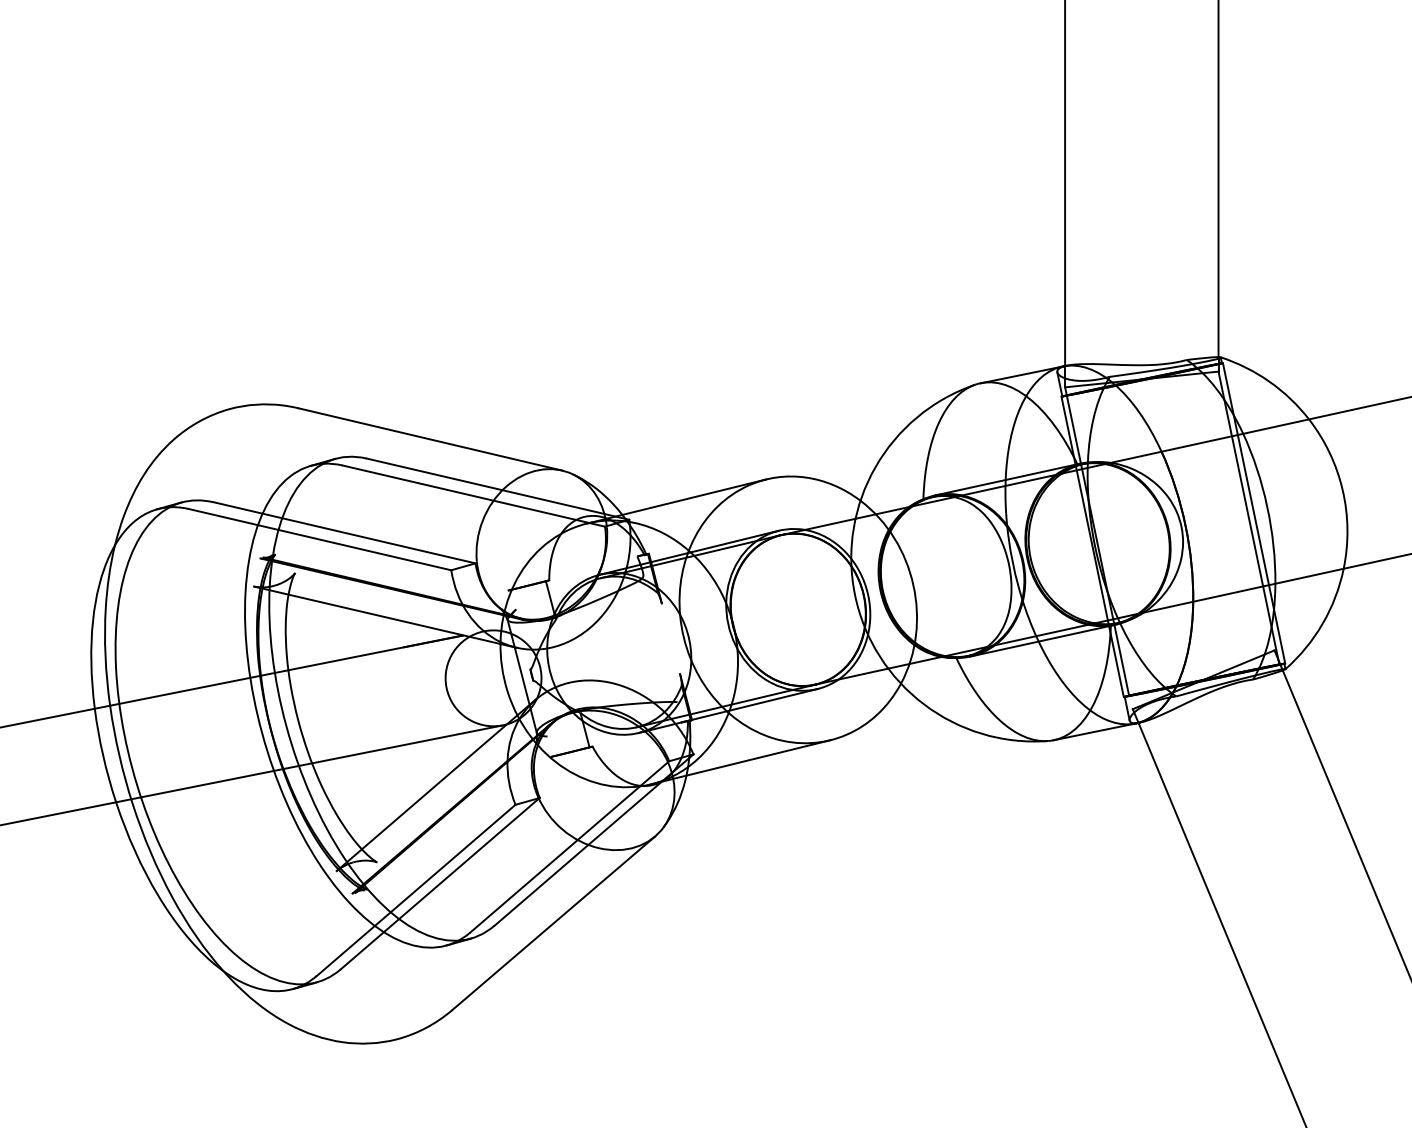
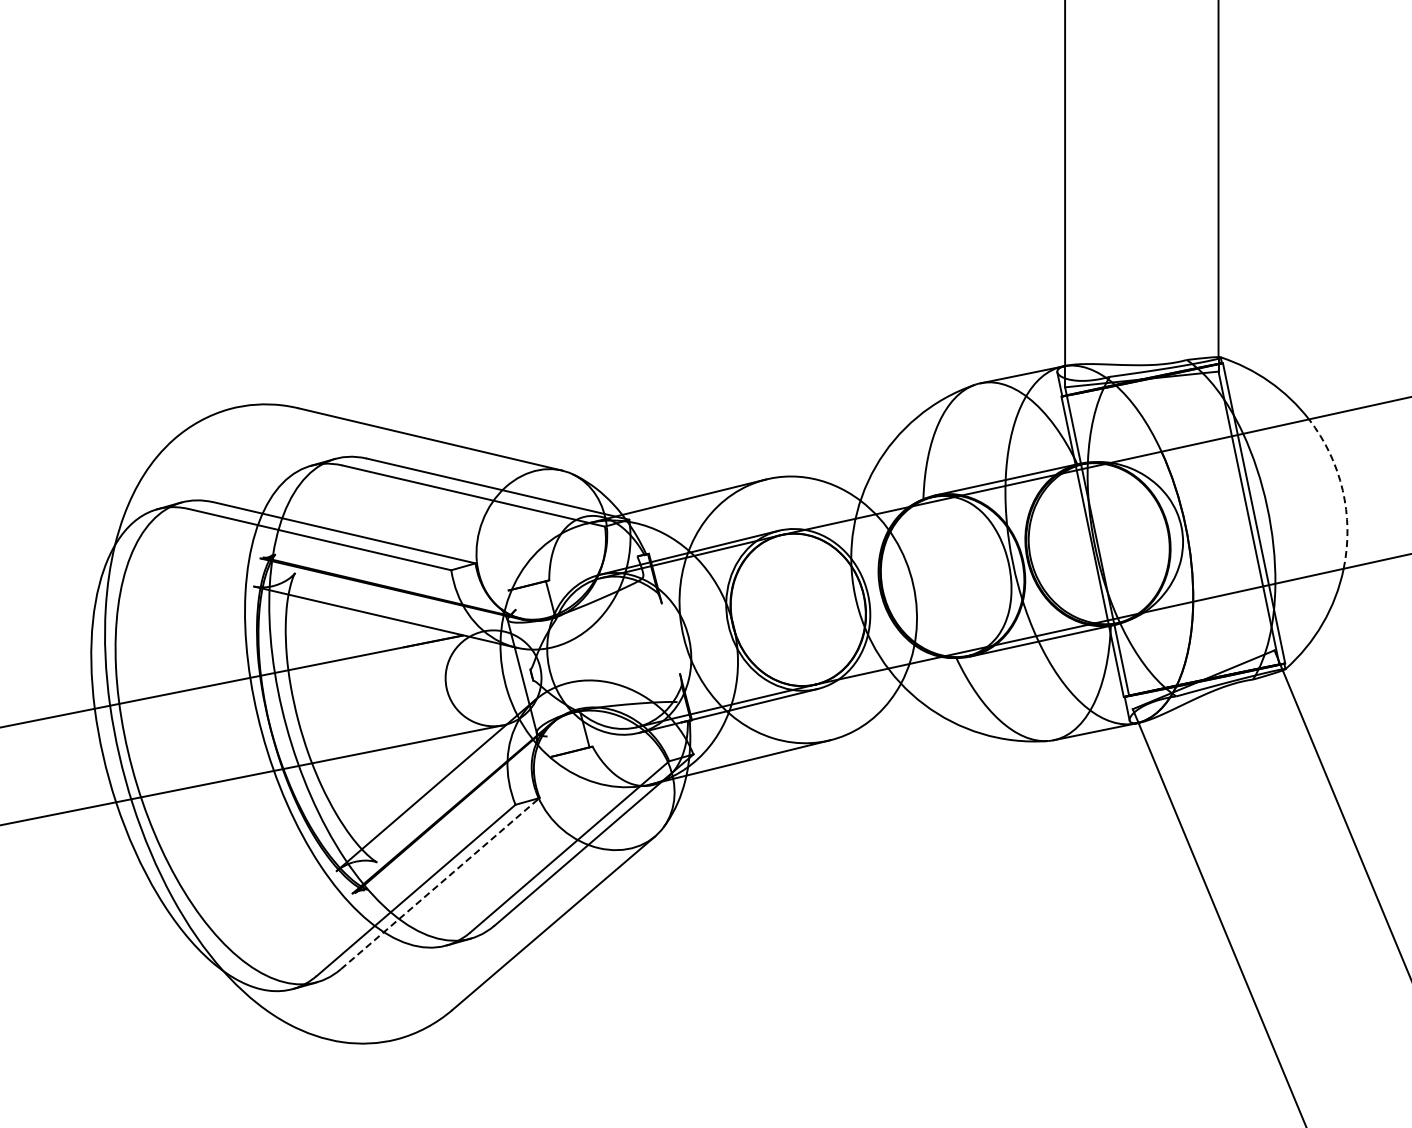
arc at (1342, 490): solid -> dashed
line at (440, 883): solid -> dashed
